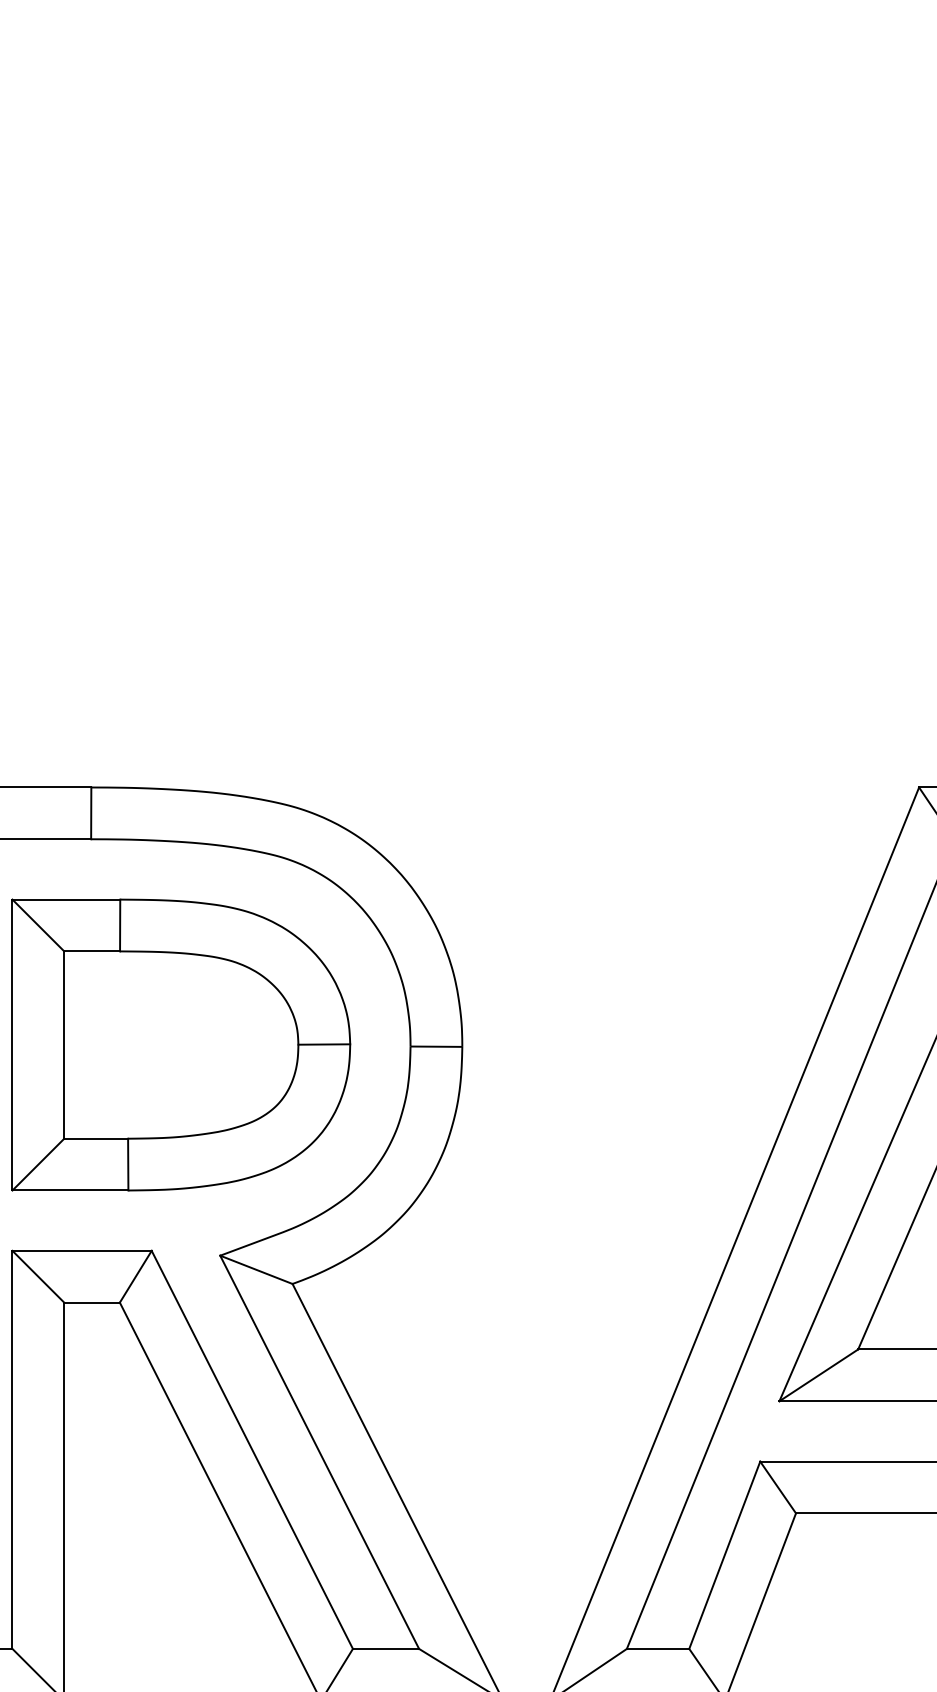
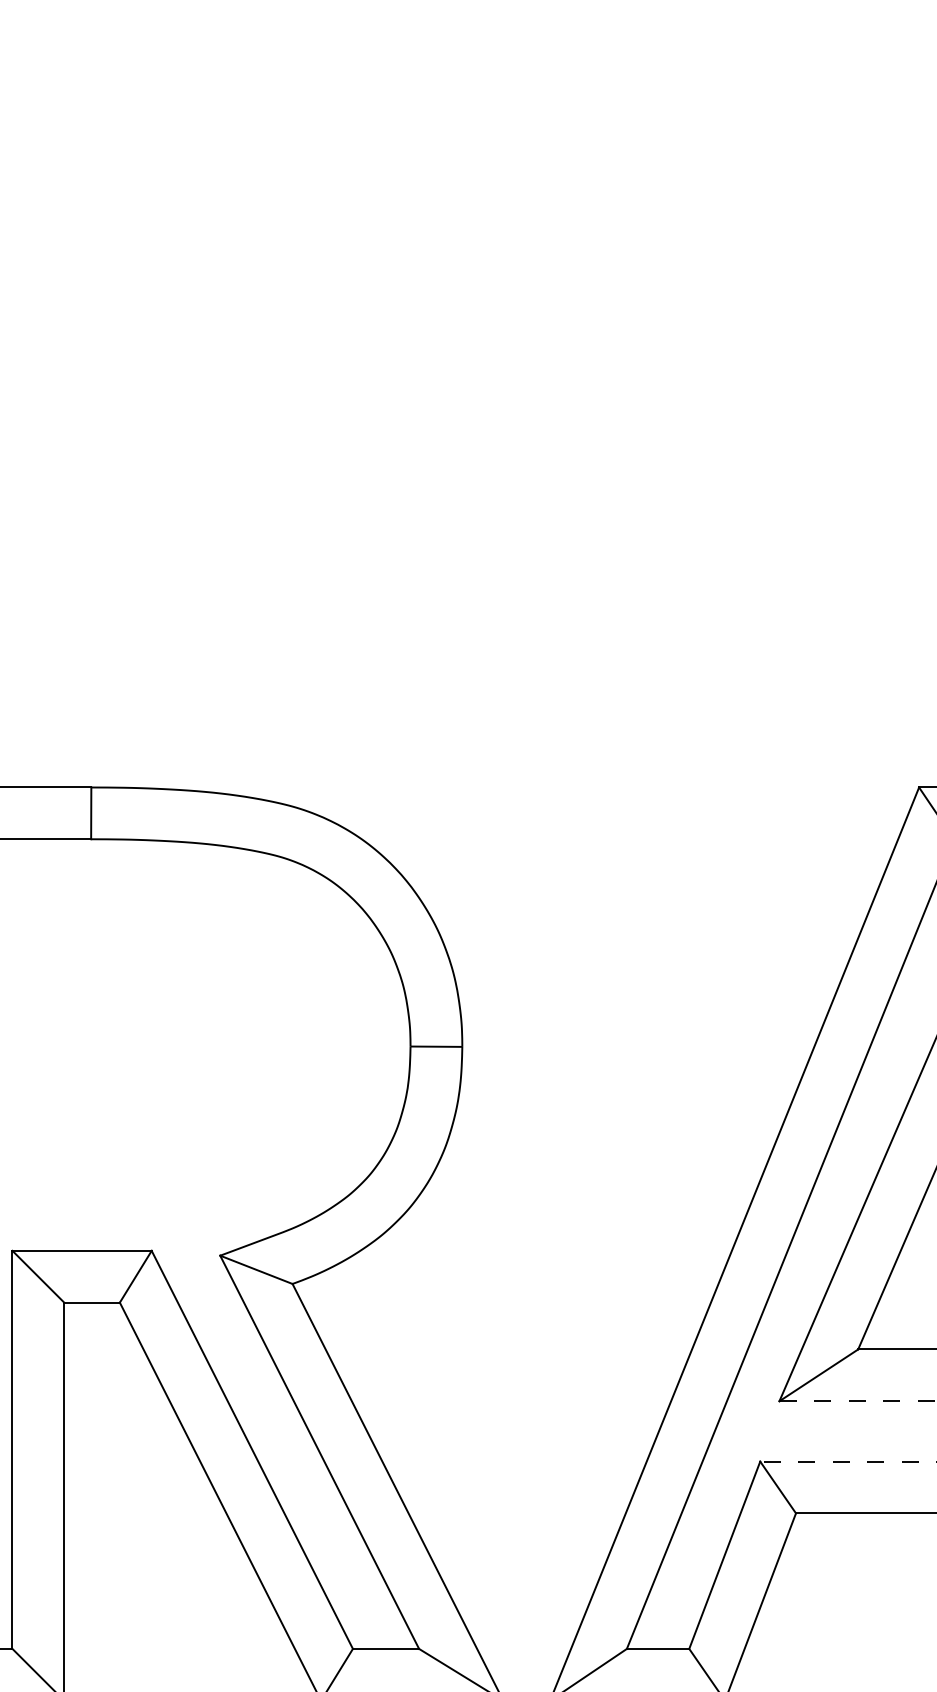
part at (181, 1044): present -> none
line at (858, 1401): solid -> dashed
line at (848, 1461): solid -> dashed
